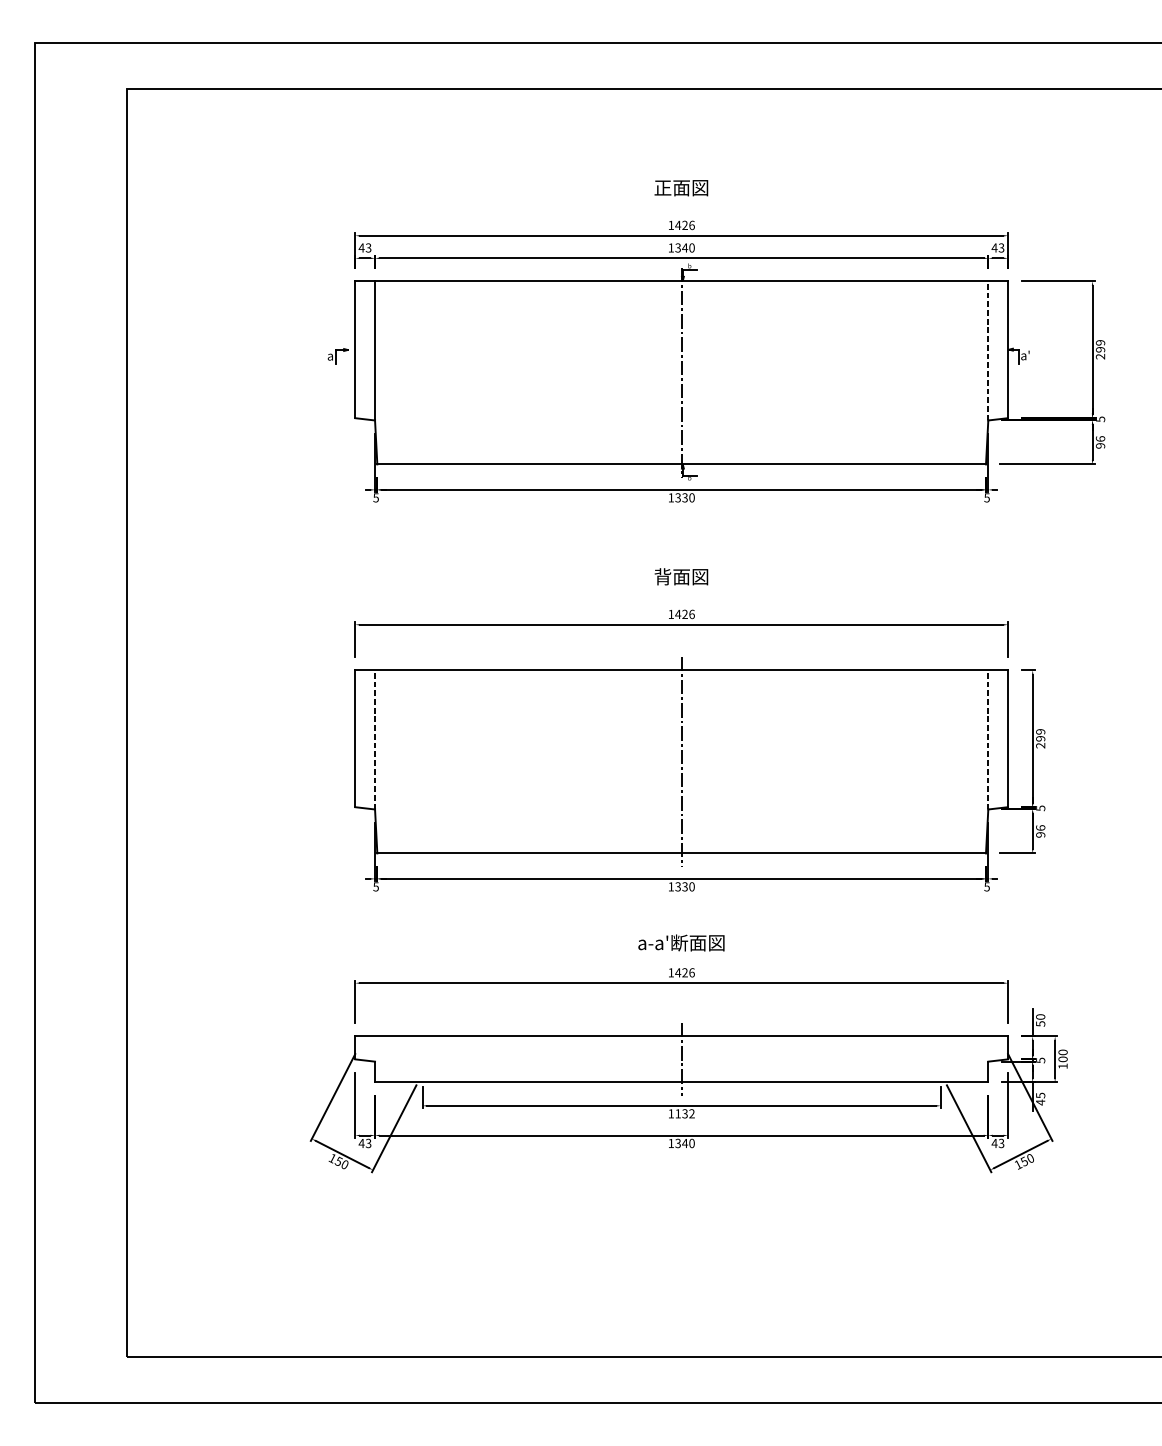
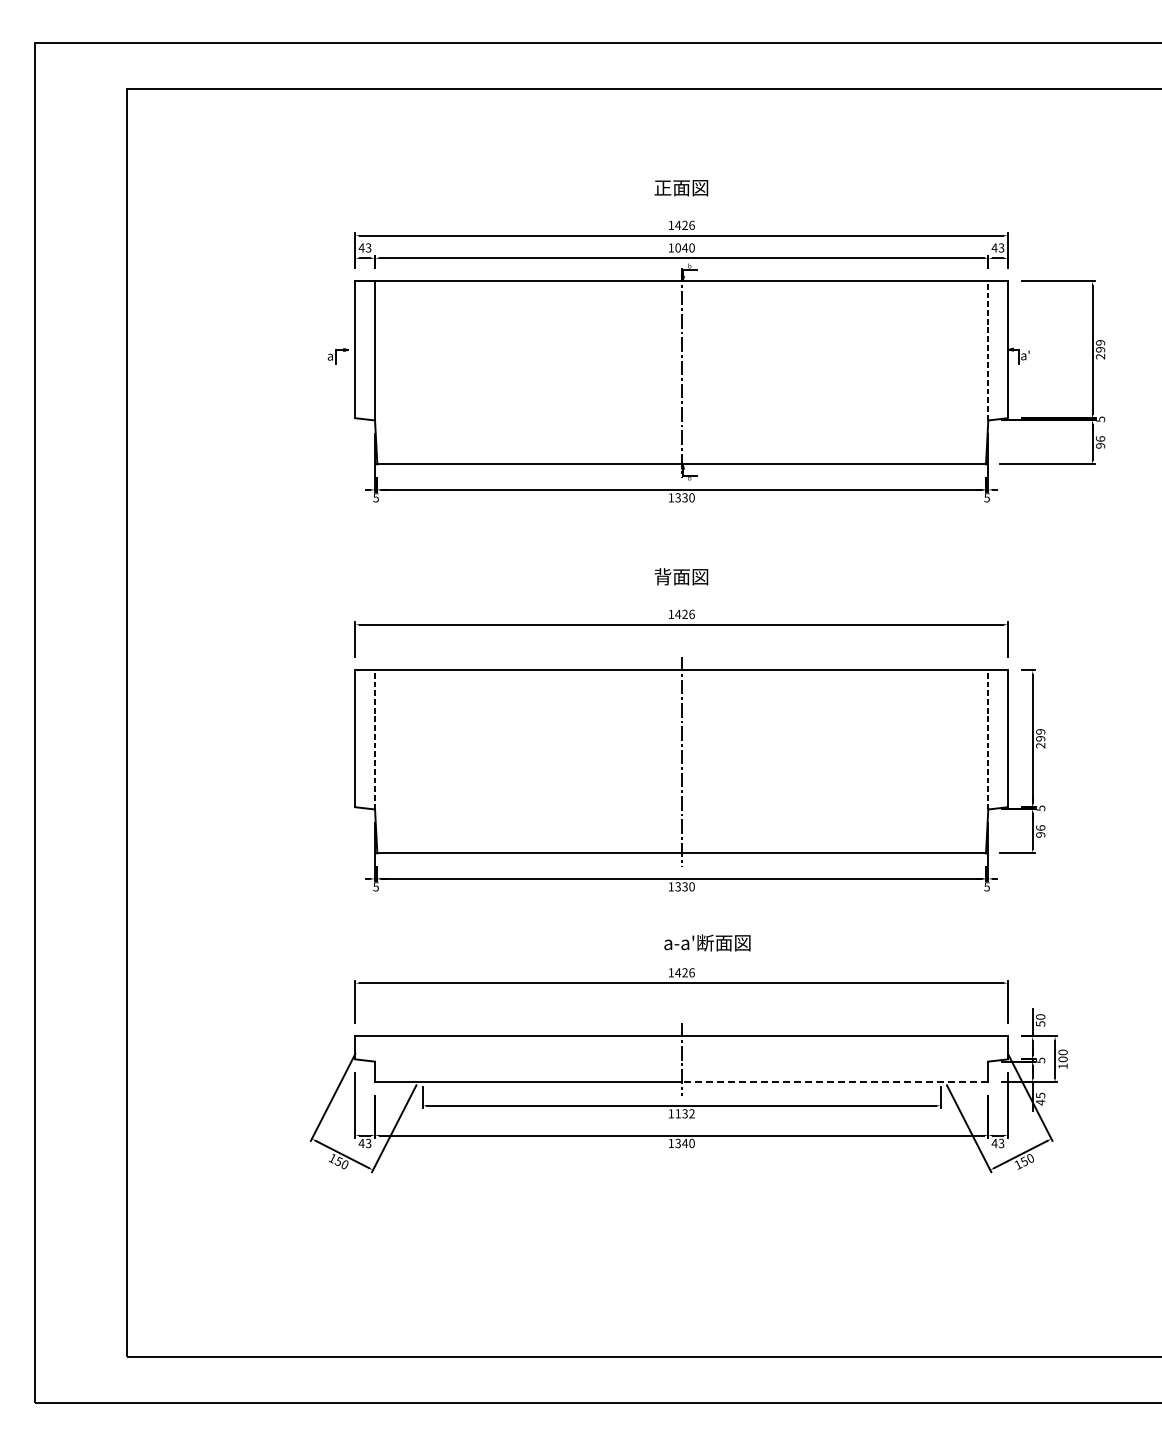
text at (677, 247): 1340 -> 1040
text at (681, 942) position: (681, 942) -> (707, 942)
line at (834, 1082): solid -> dashed
